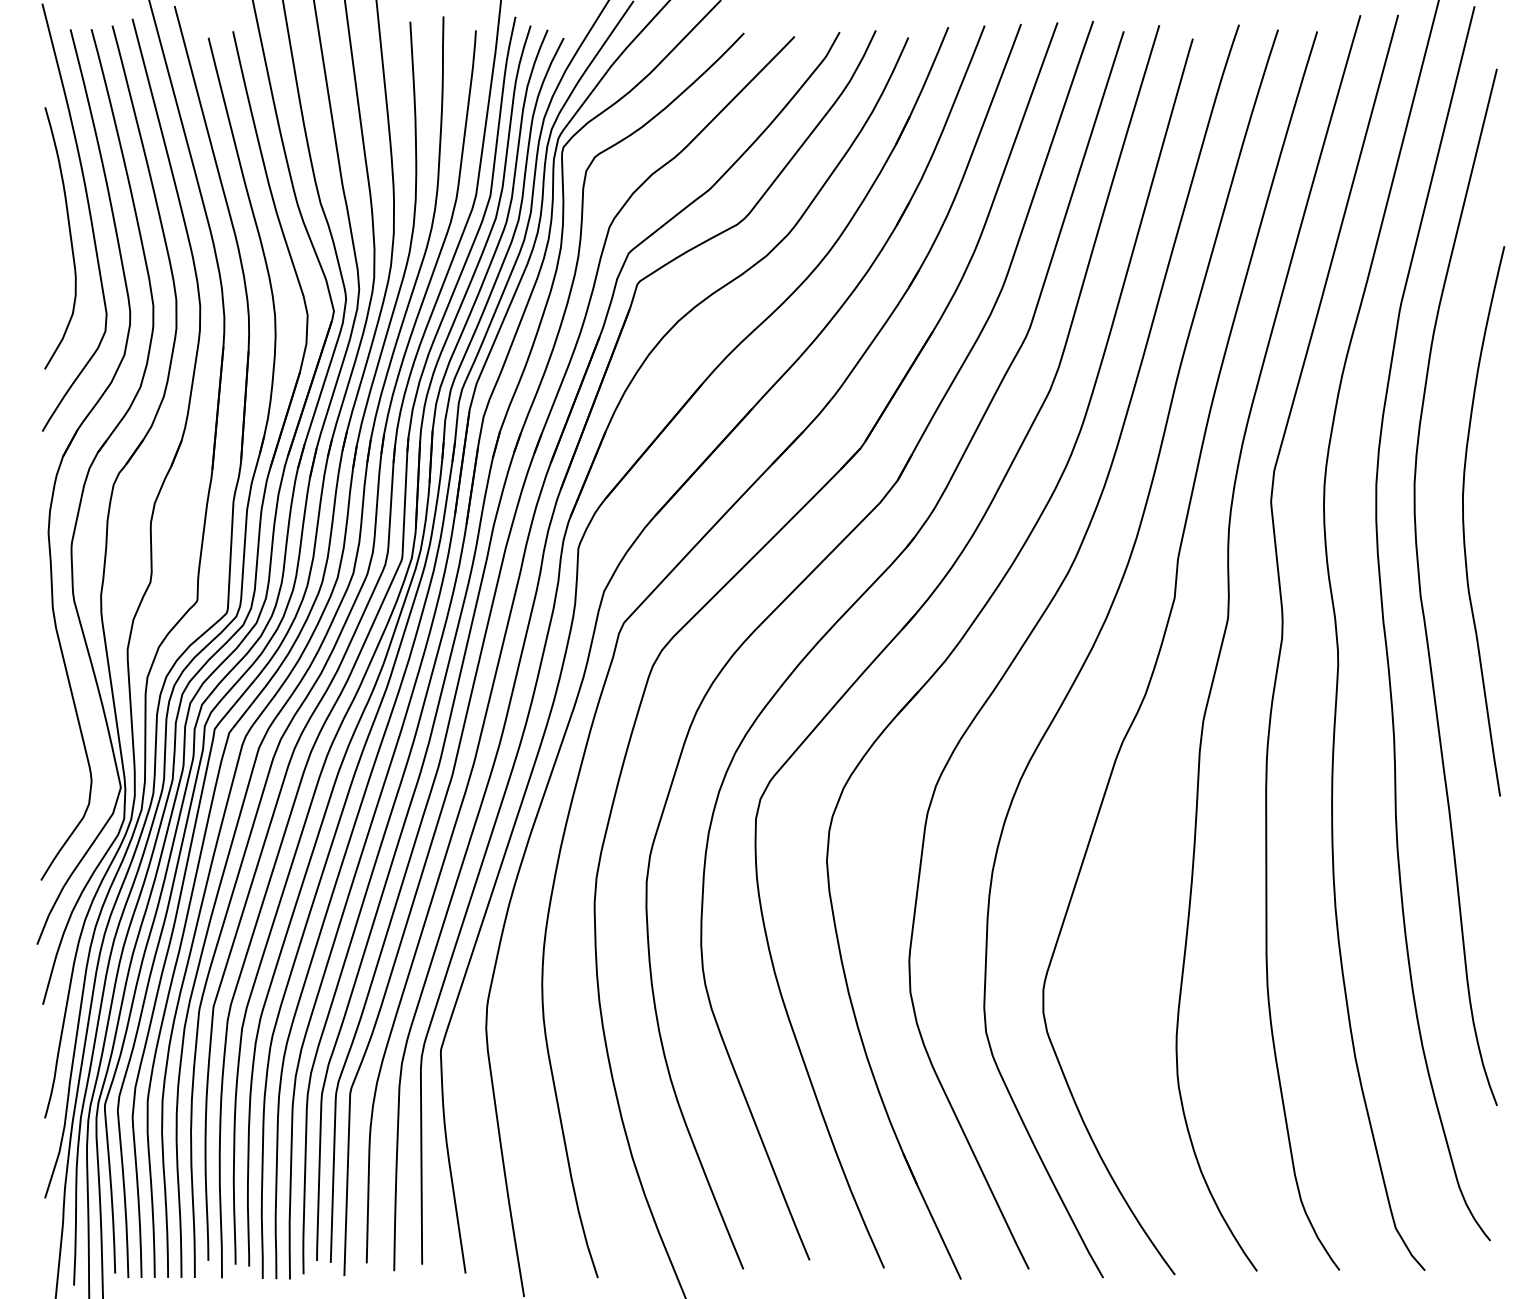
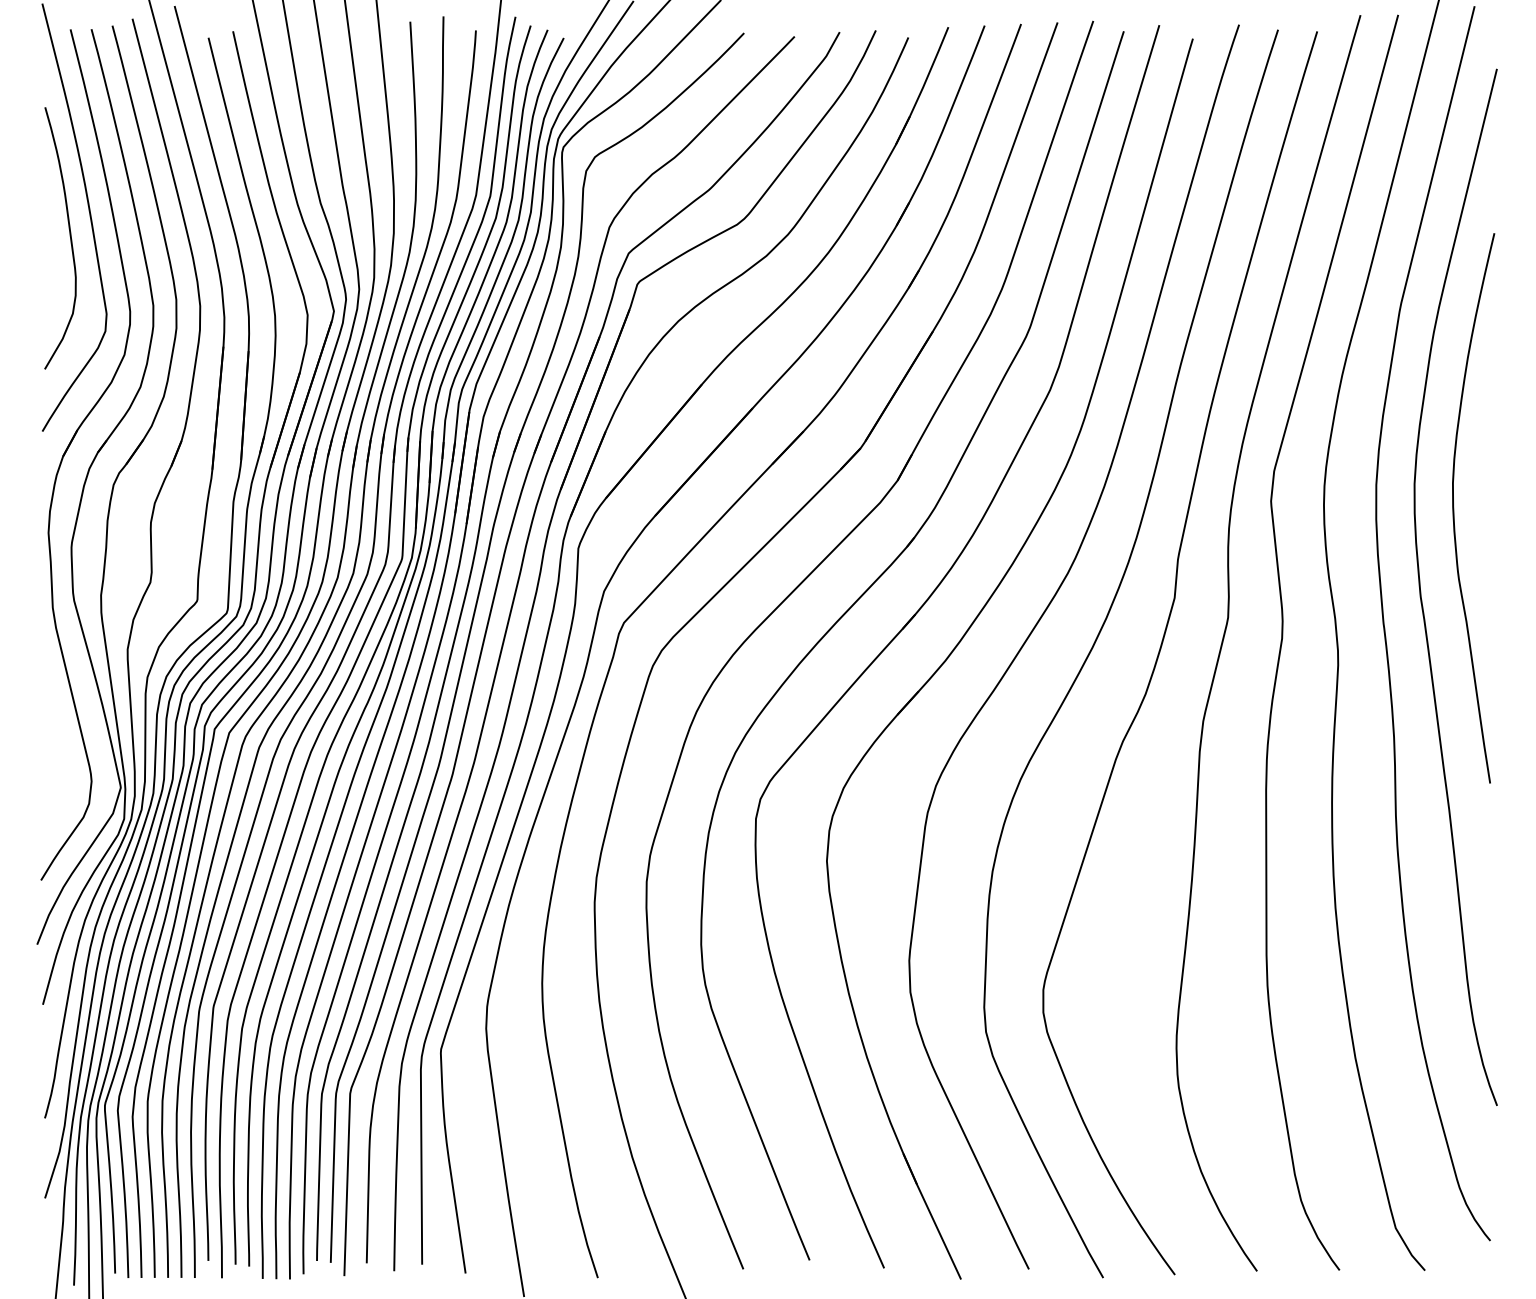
curve at (1464, 521) position: (1464, 521) -> (1454, 508)
